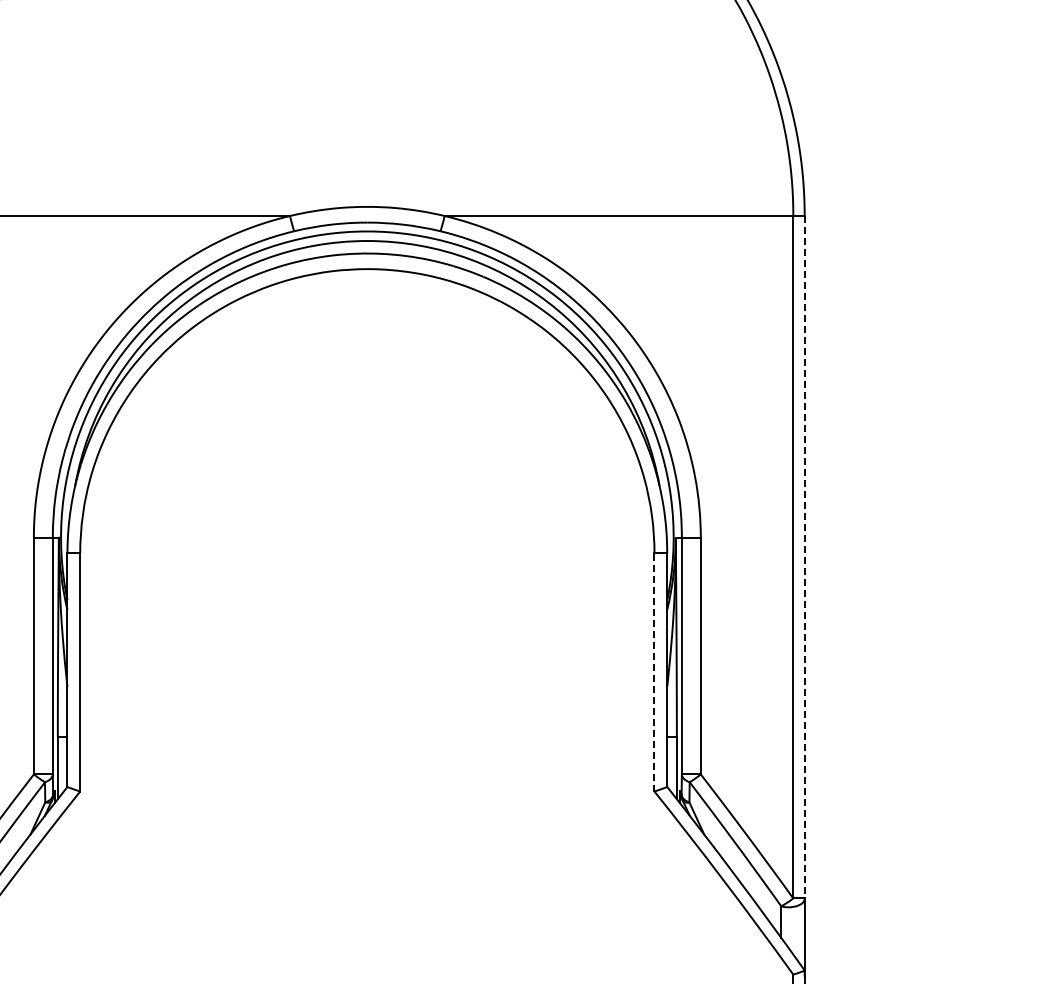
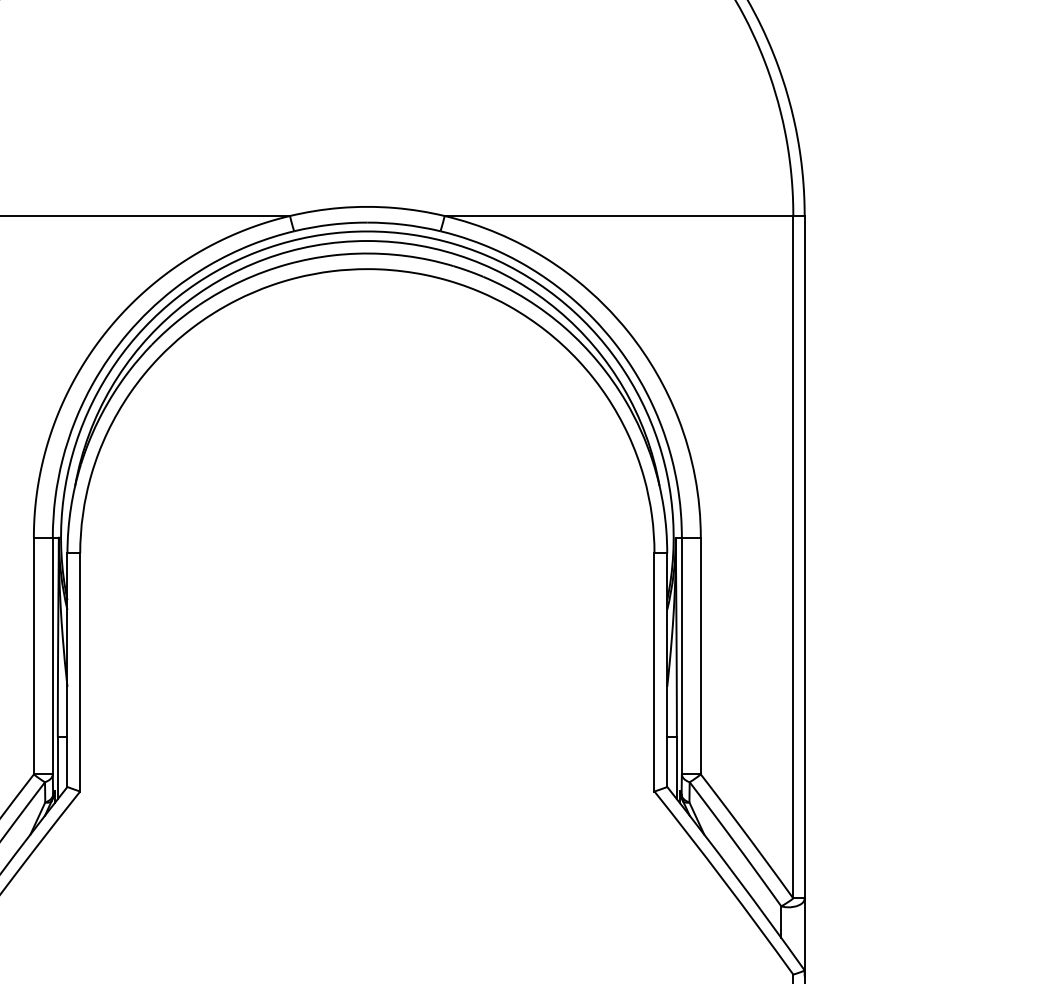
line at (804, 557): dashed -> solid
line at (654, 671): dashed -> solid
